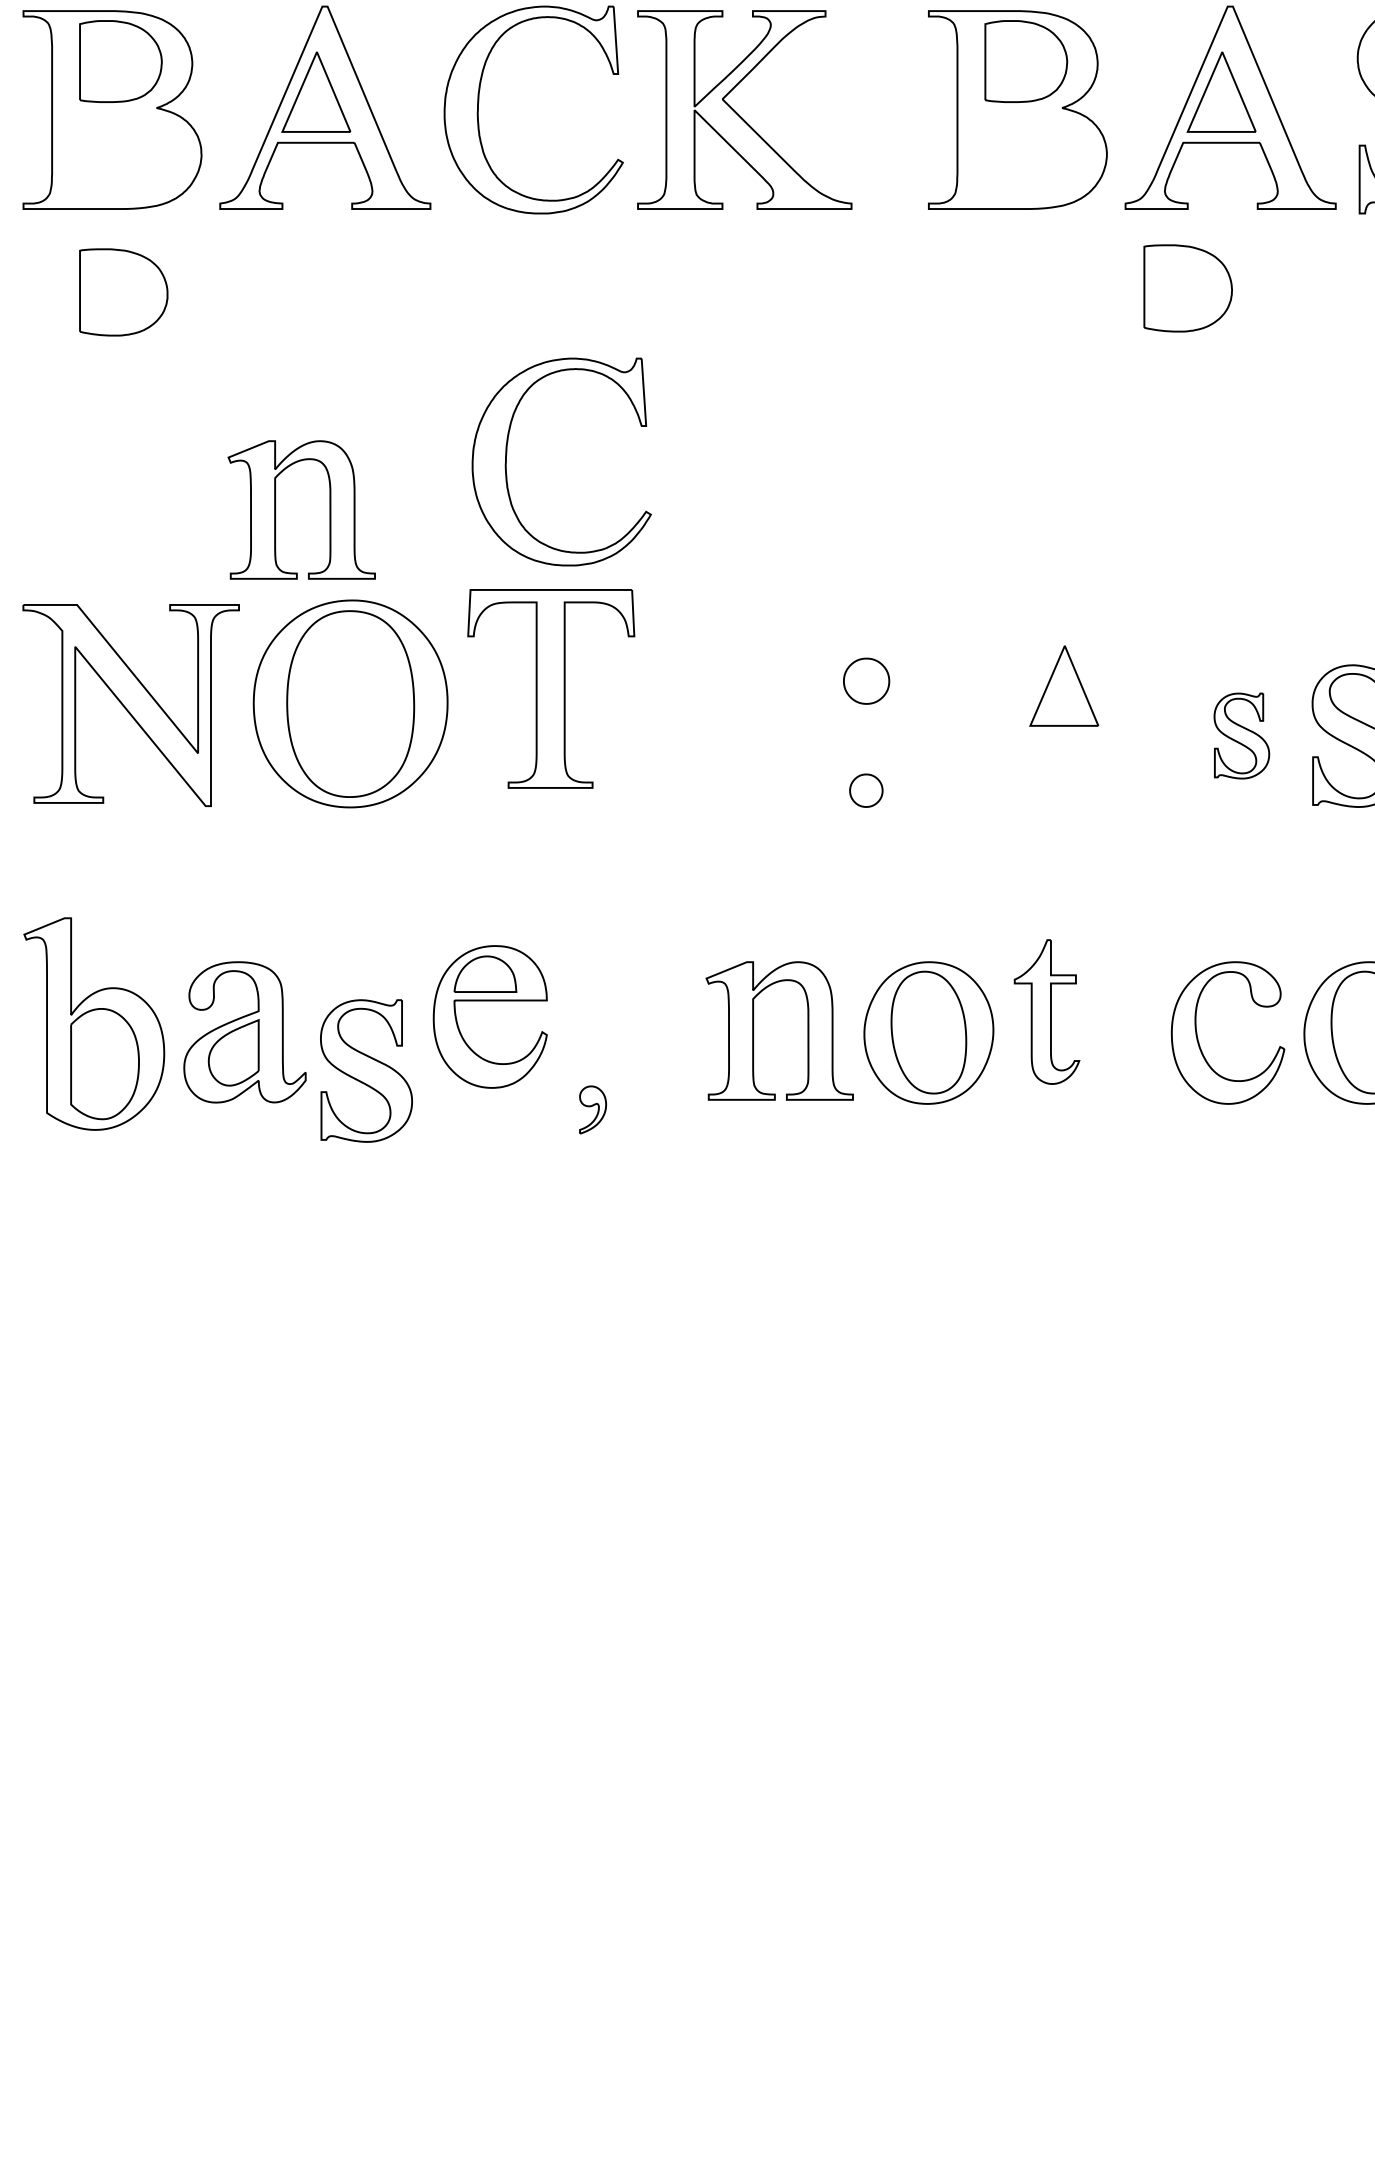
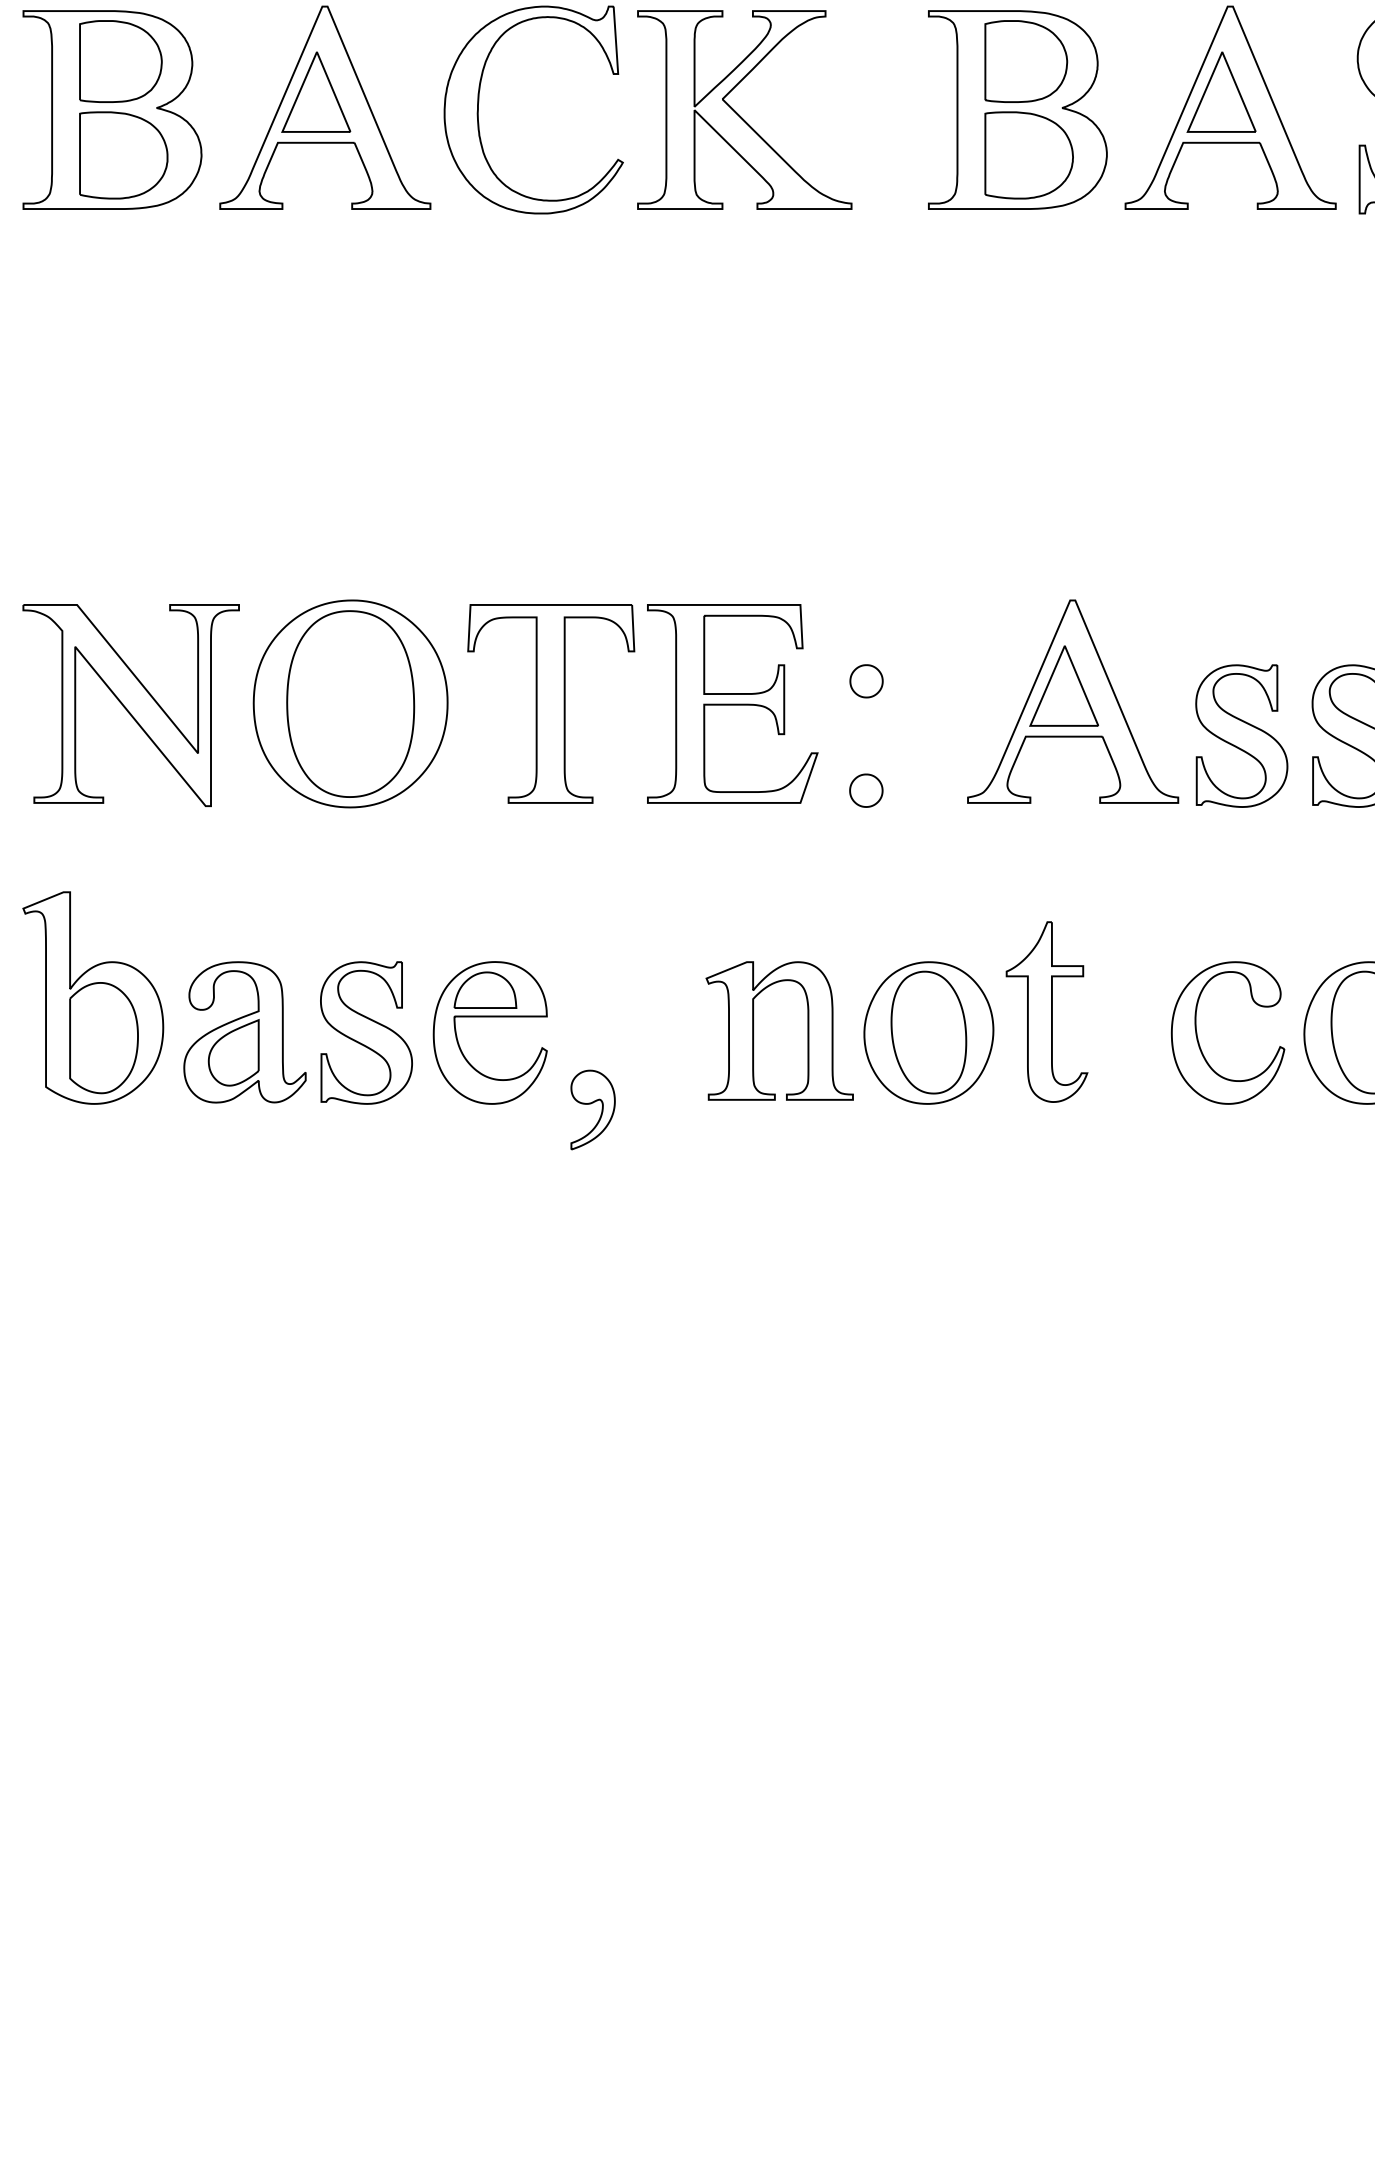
part at (1187, 288) position: (1187, 288) -> (1028, 155)
part at (123, 292) position: (123, 292) -> (123, 155)
part at (507, 453): present -> none
part at (275, 509): present -> none
part at (866, 680) size: 48x48 px -> 35x35 px
part at (551, 688) position: (551, 688) -> (551, 703)
part at (1073, 701): none -> present
part at (732, 703): none -> present
part at (1241, 735) size: 58x88 px -> 94x144 px
part at (489, 1001) position: (489, 1001) -> (489, 1017)
part at (1046, 1011) size: 68x146 px -> 84x182 px
part at (94, 1023) position: (94, 1023) -> (93, 997)
part at (366, 1070) position: (366, 1070) -> (366, 1032)
part at (592, 1109) size: 28x50 px -> 46x82 px
